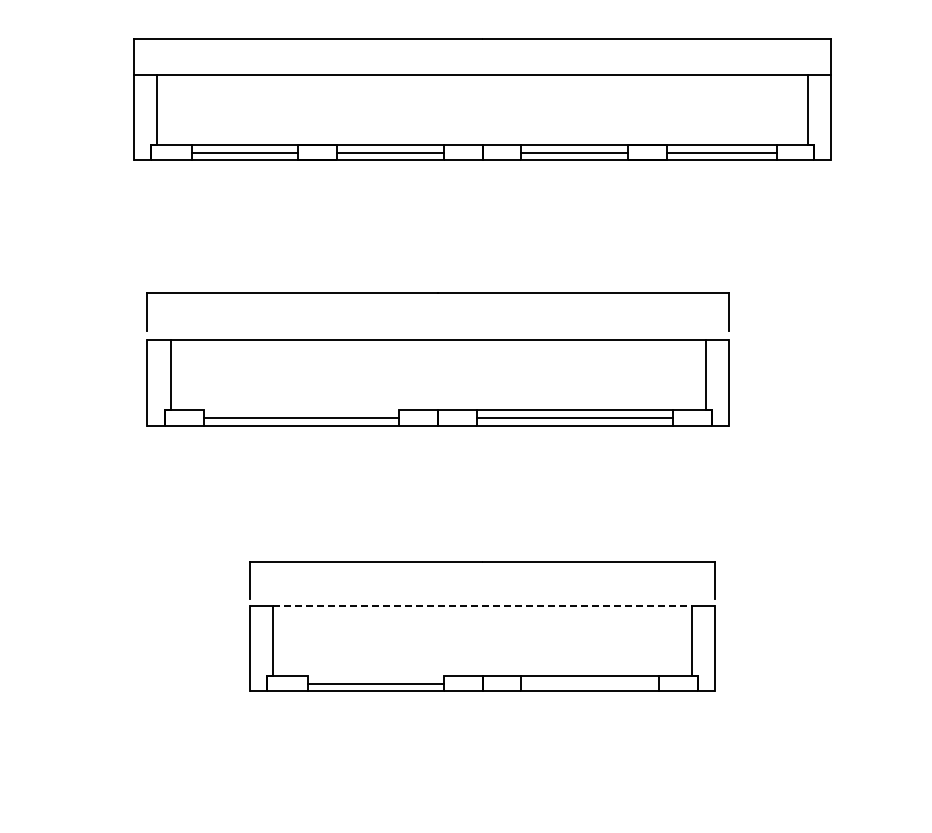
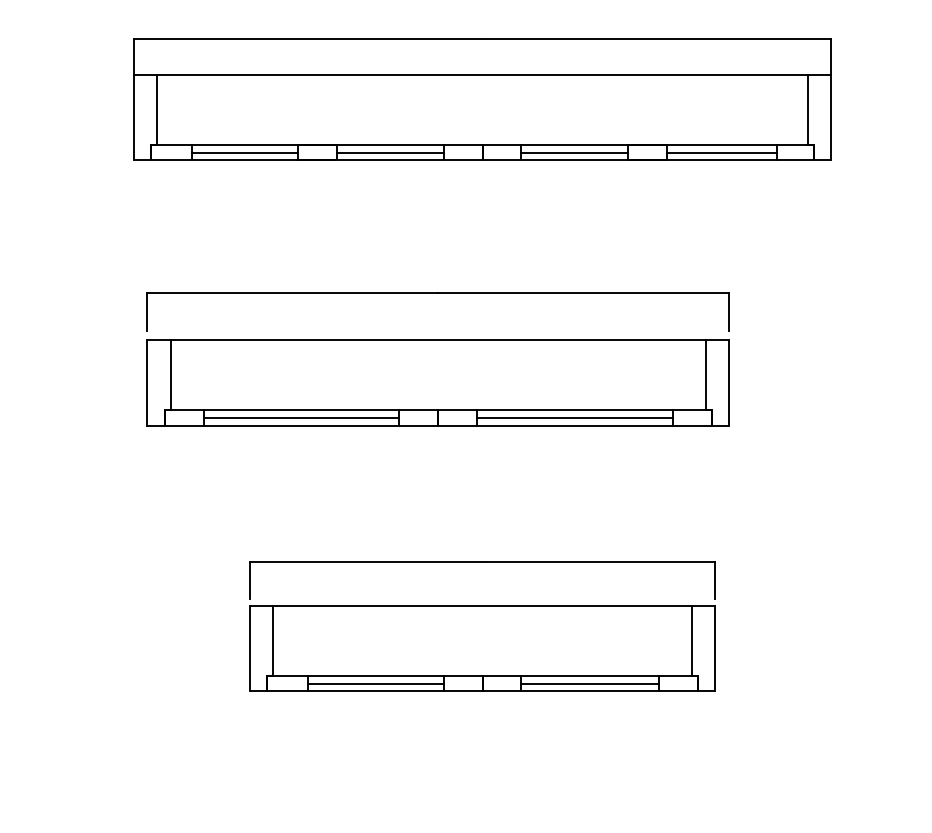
line at (301, 410): none -> present
line at (483, 606): dashed -> solid
line at (375, 675): none -> present
line at (589, 683): none -> present
